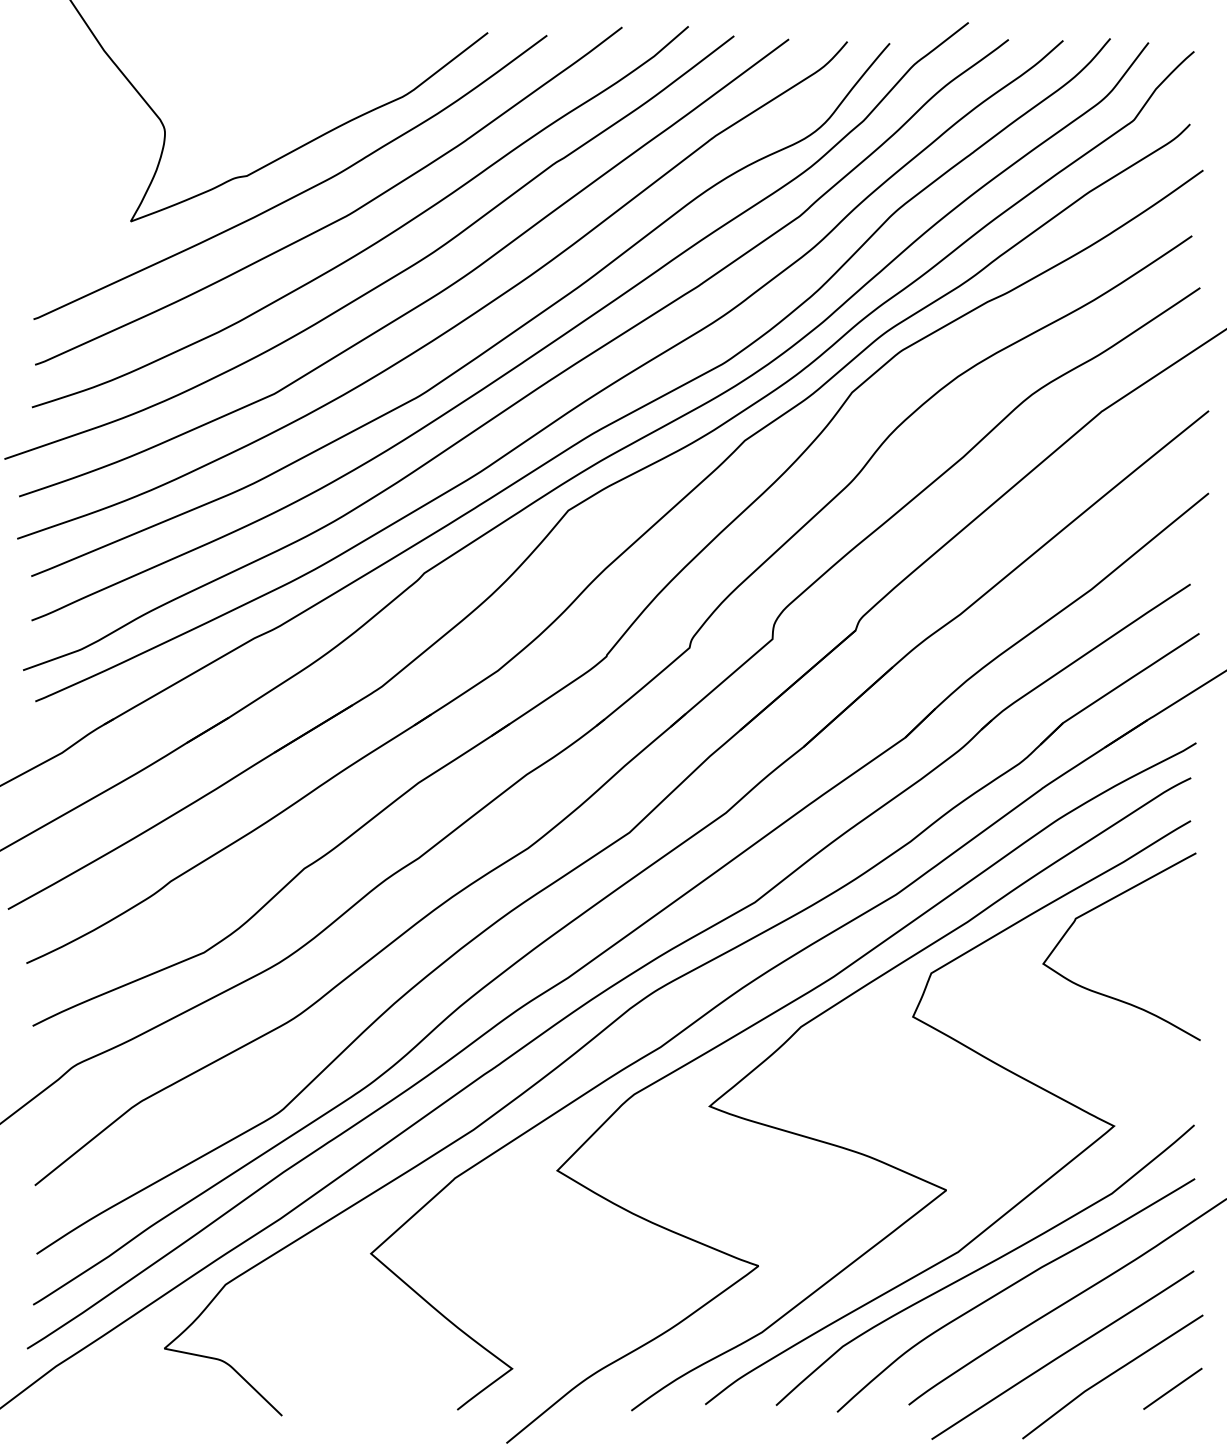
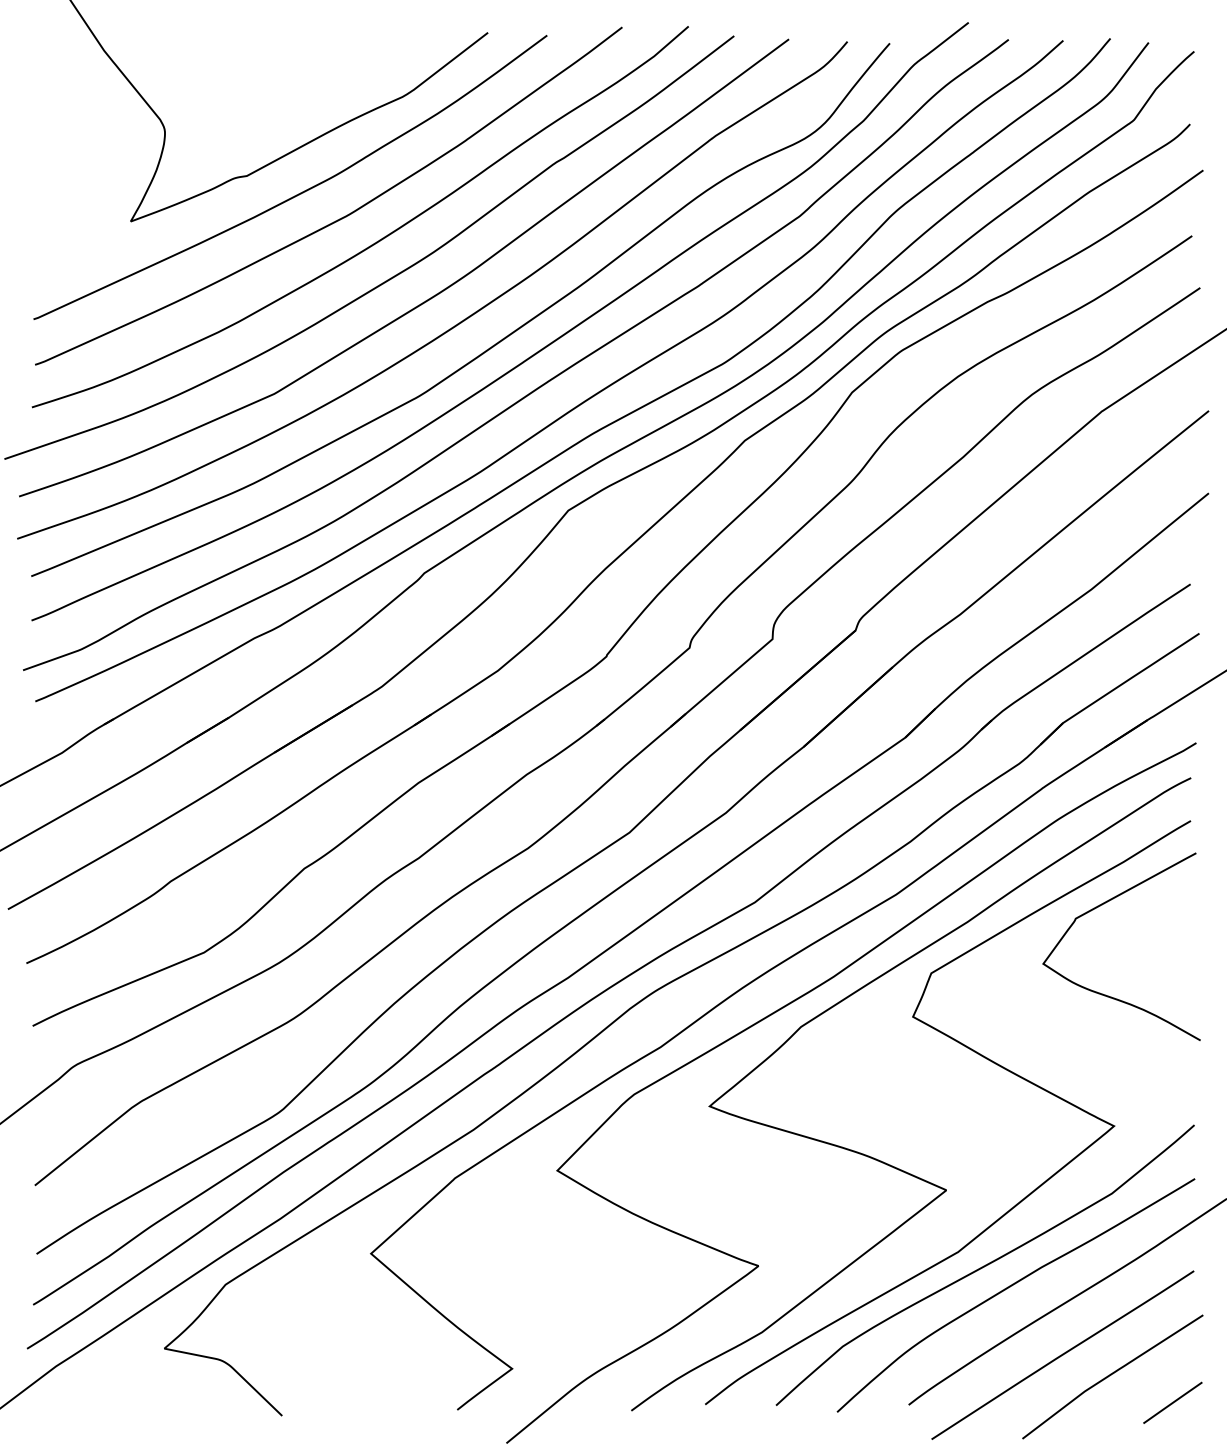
line at (1172, 1388) position: (1172, 1388) -> (1172, 1402)
